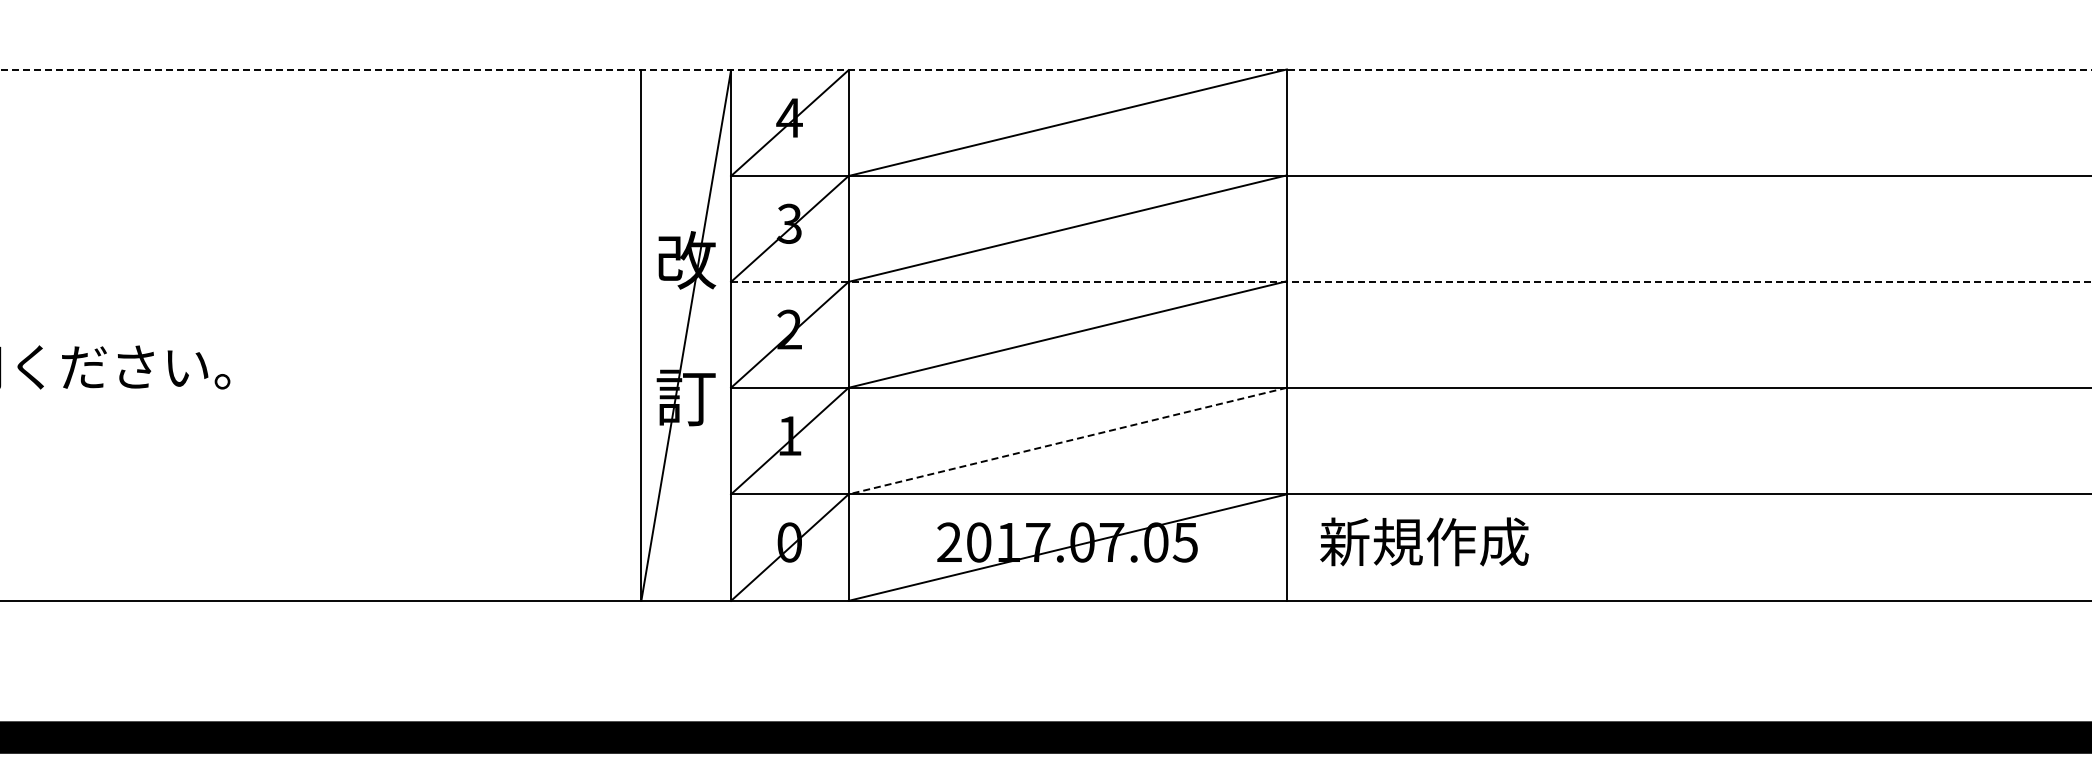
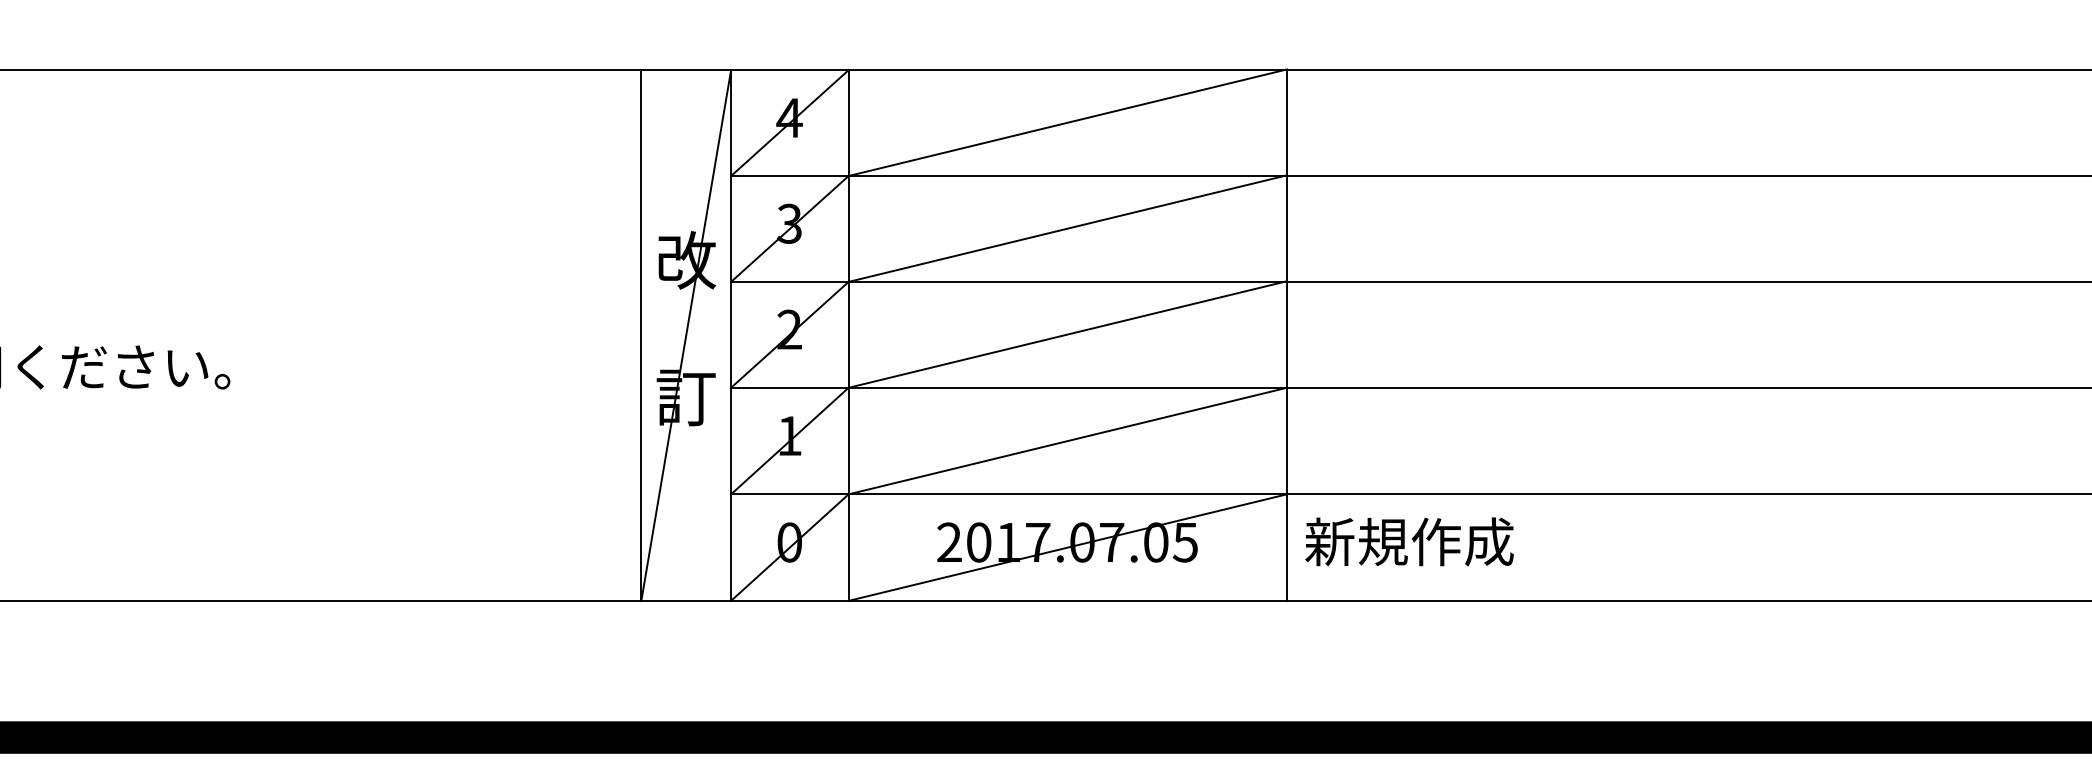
line at (1046, 70): dashed -> solid
line at (1411, 281): dashed -> solid
line at (1067, 441): dashed -> solid
text at (1424, 541) position: (1424, 541) -> (1409, 541)
